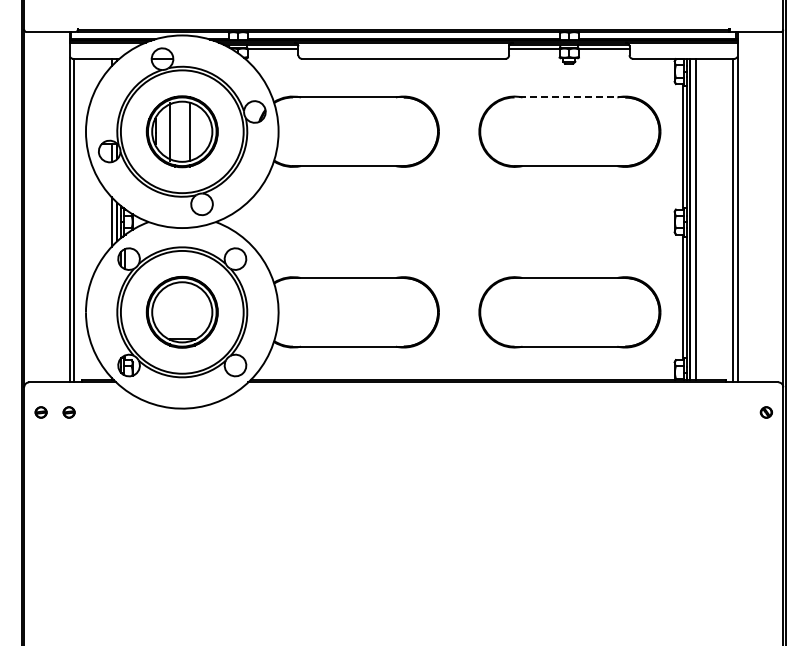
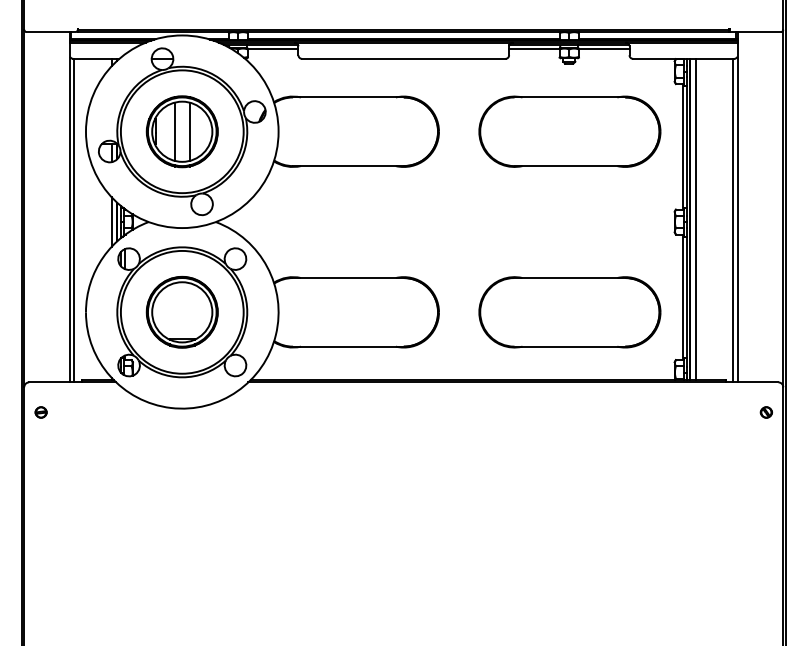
line at (569, 97): dashed -> solid
line at (170, 131) position: (170, 131) -> (175, 131)
part at (68, 412): present -> none
